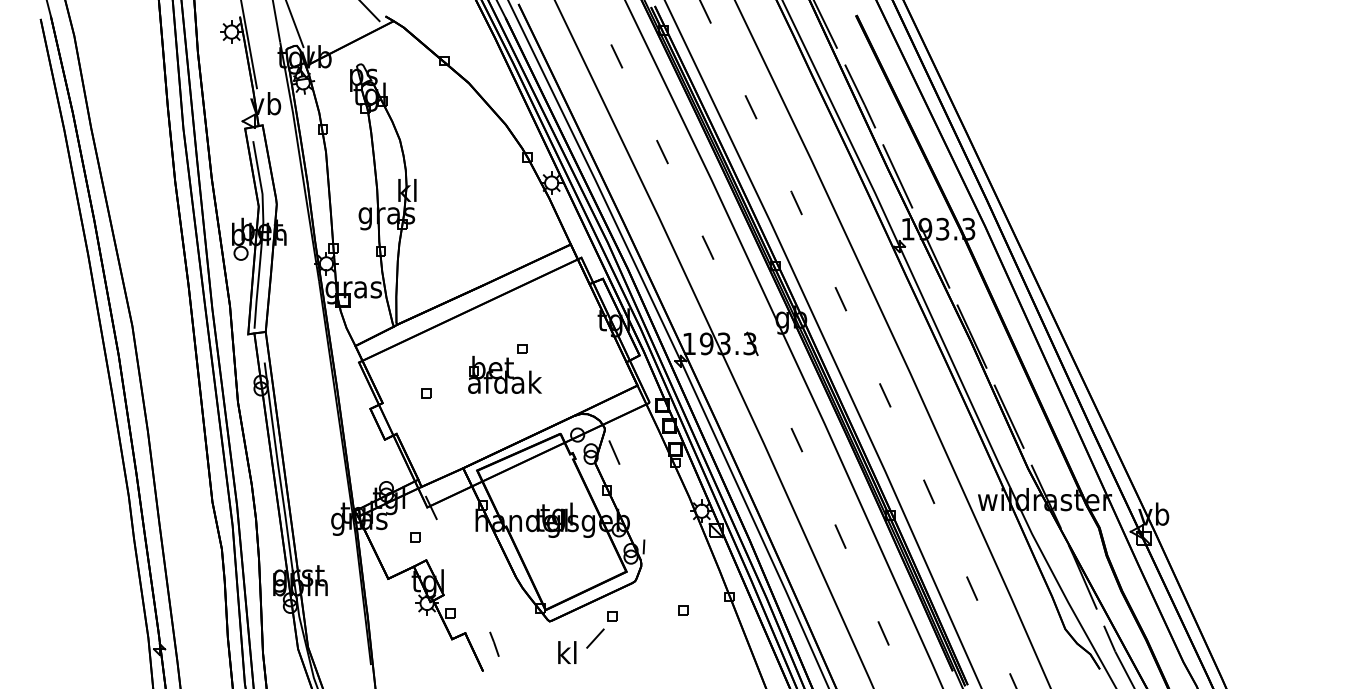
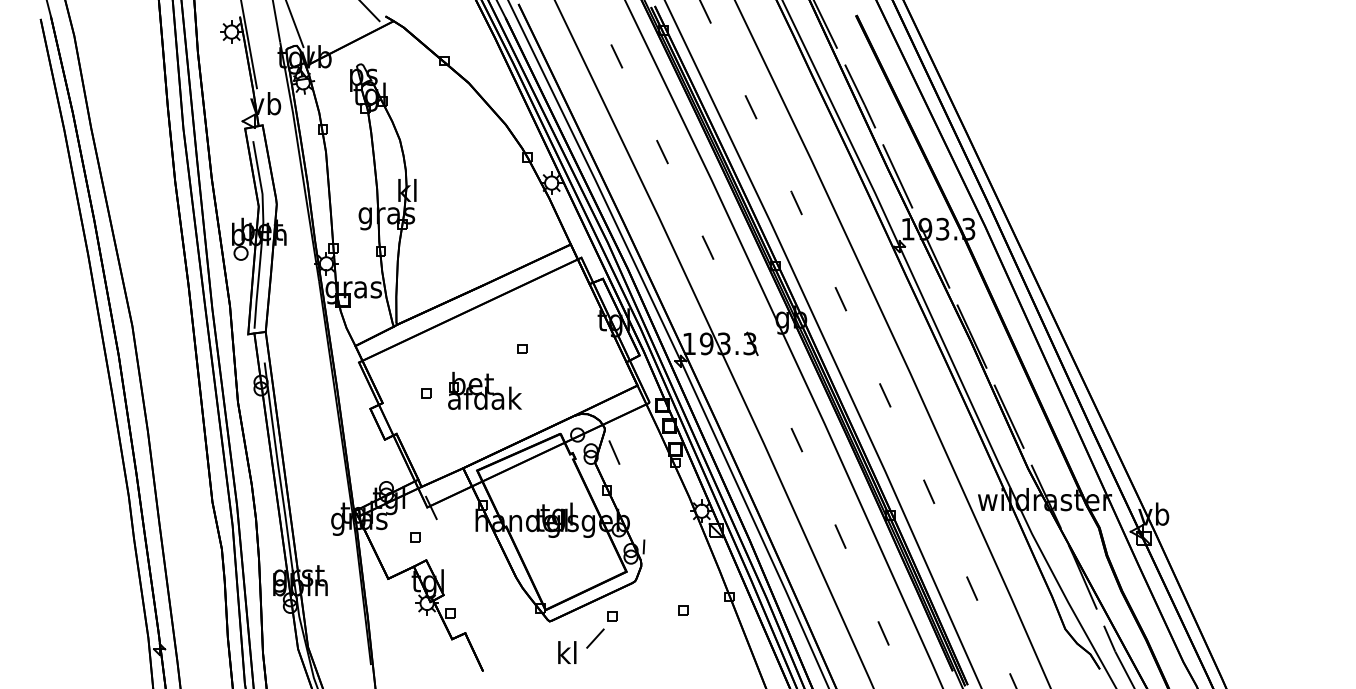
part at (504, 374) position: (504, 374) -> (484, 390)
line at (494, 643): present -> none
